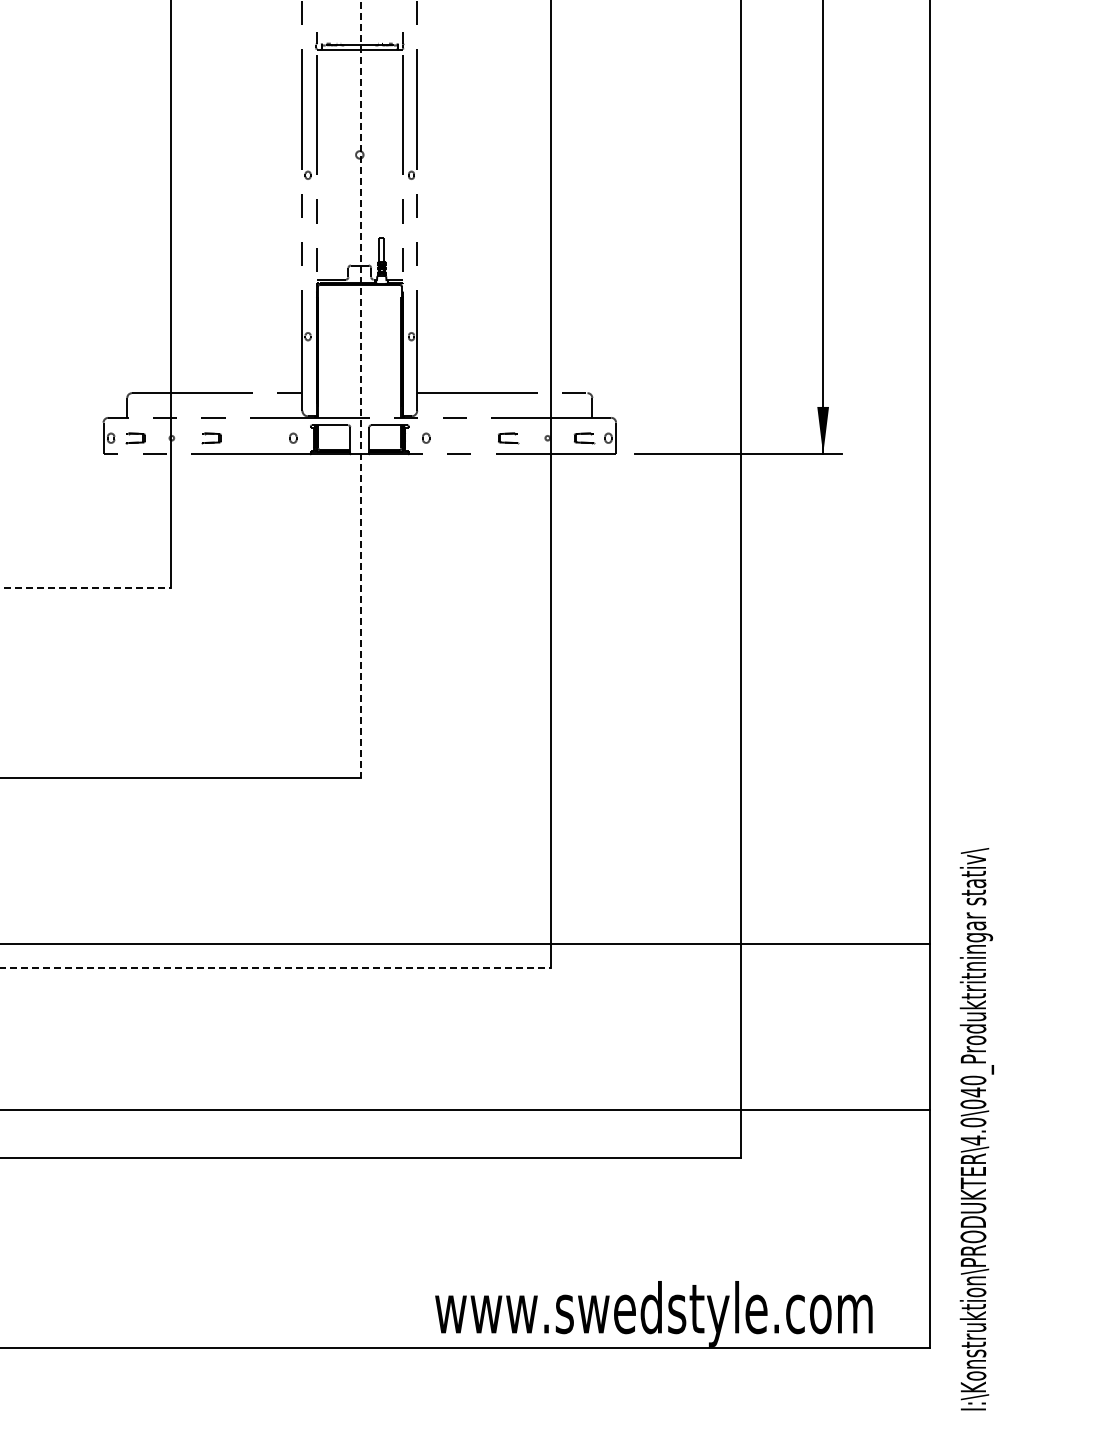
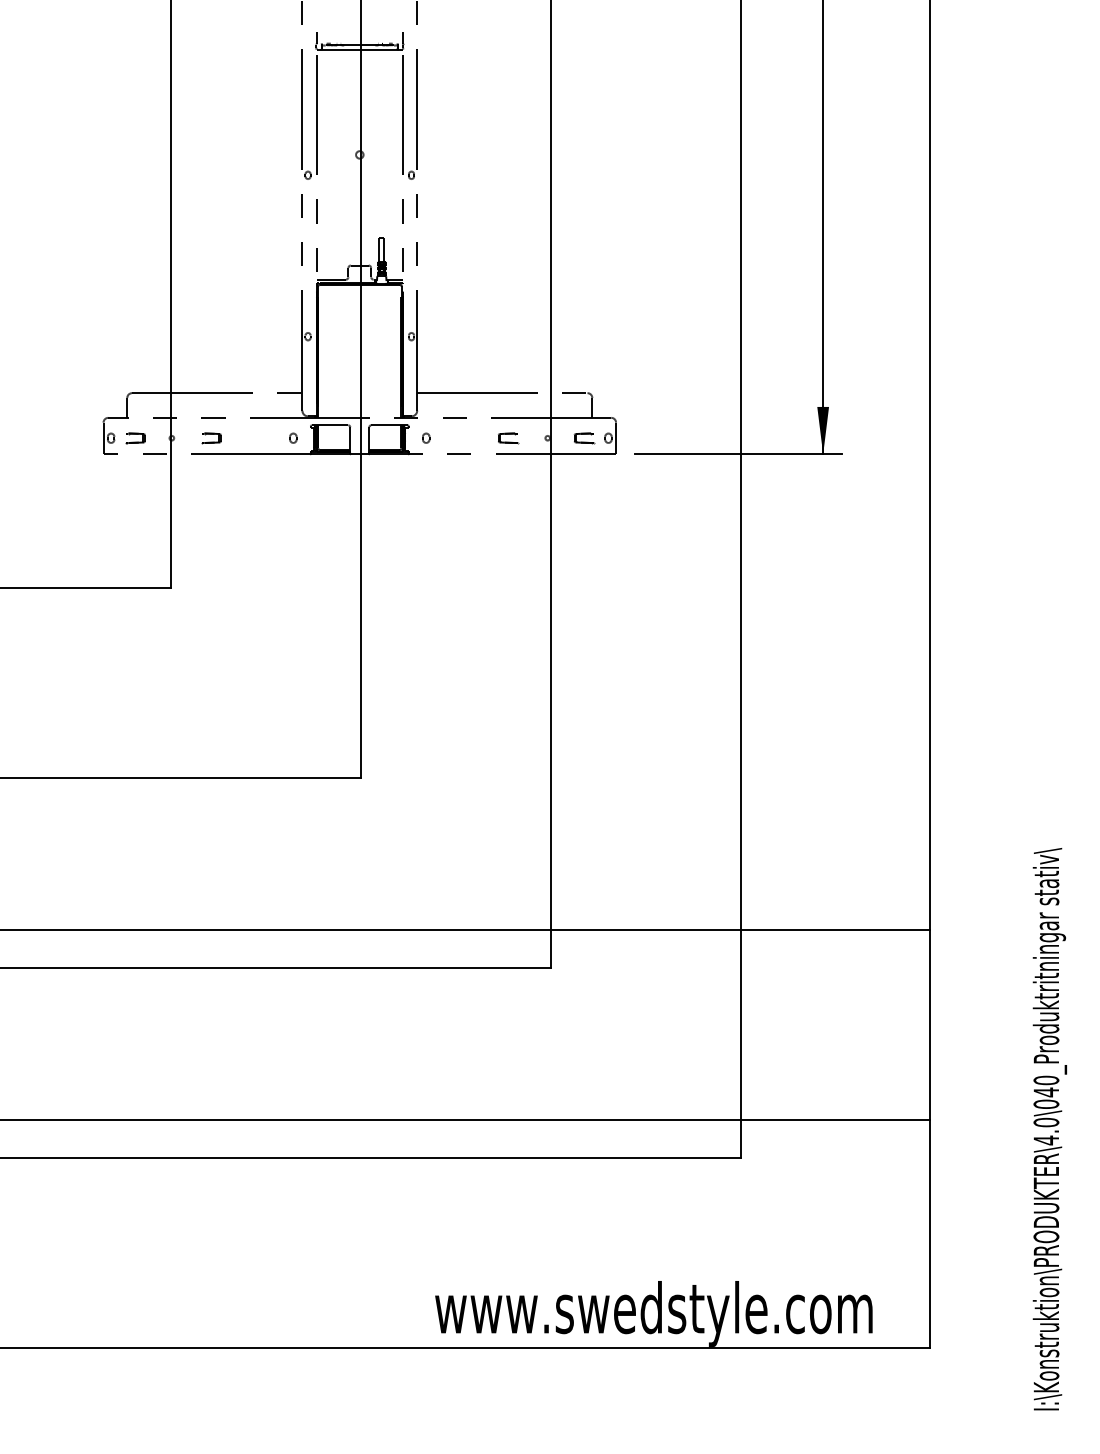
line at (360, 389): dashed -> solid
line at (86, 588): dashed -> solid
line at (466, 944) position: (466, 944) -> (466, 930)
line at (275, 968): dashed -> solid
line at (466, 1109) position: (466, 1109) -> (466, 1119)
text at (976, 1129) position: (976, 1129) -> (1049, 1129)
